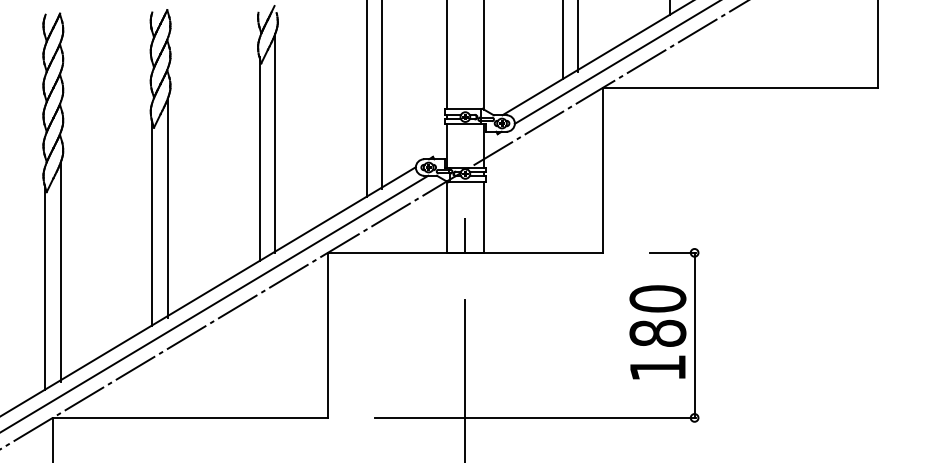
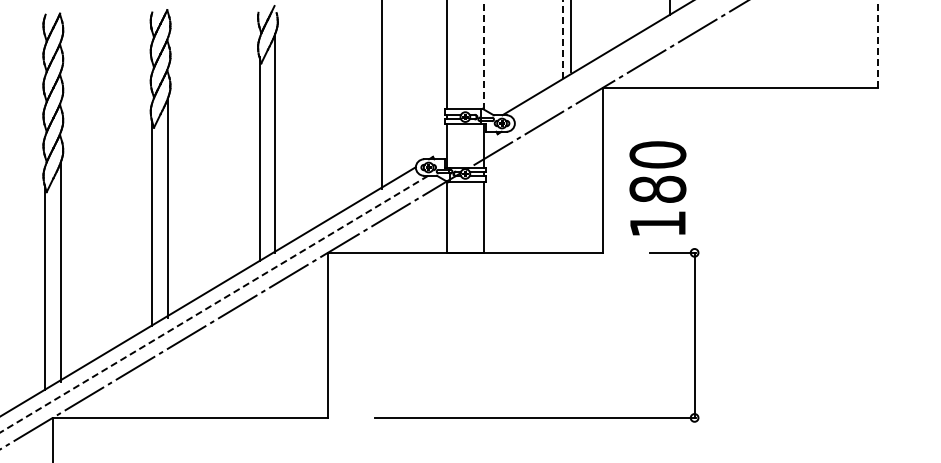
line at (578, 36) position: (578, 36) -> (571, 36)
line at (562, 39): solid -> dashed
line at (878, 44): solid -> dashed
line at (483, 54): solid -> dashed
line at (615, 62): present -> none
line at (366, 99): present -> none
line at (465, 234): present -> none
line at (214, 304): solid -> dashed
text at (657, 332) position: (657, 332) -> (657, 188)
line at (465, 379): present -> none
